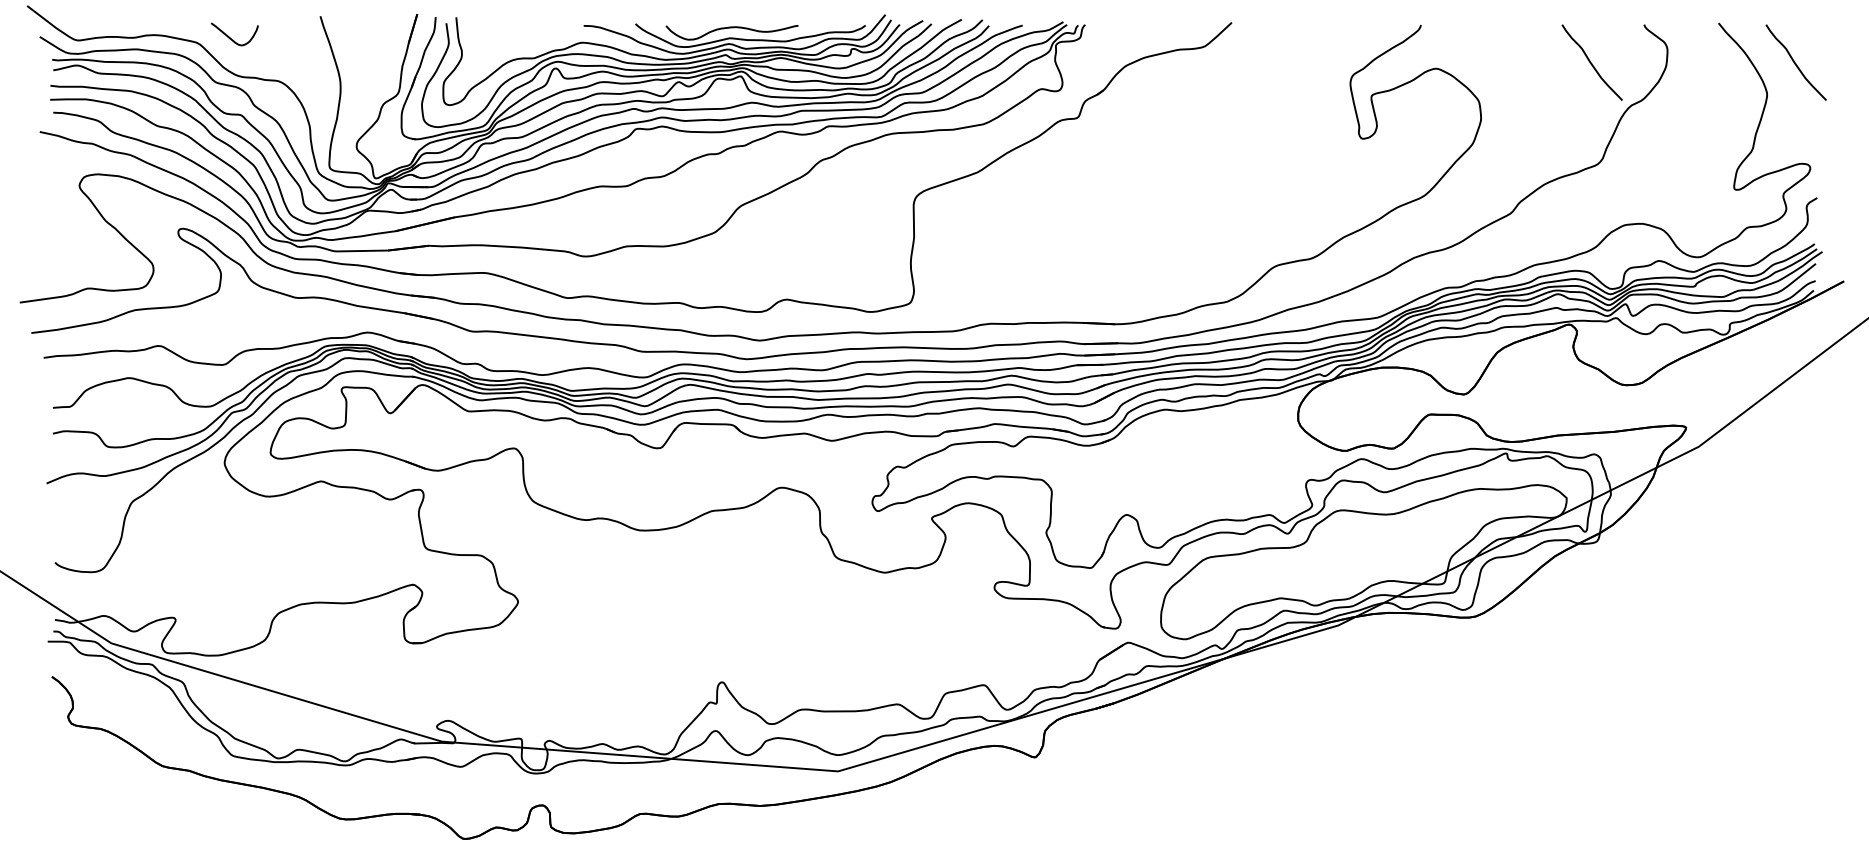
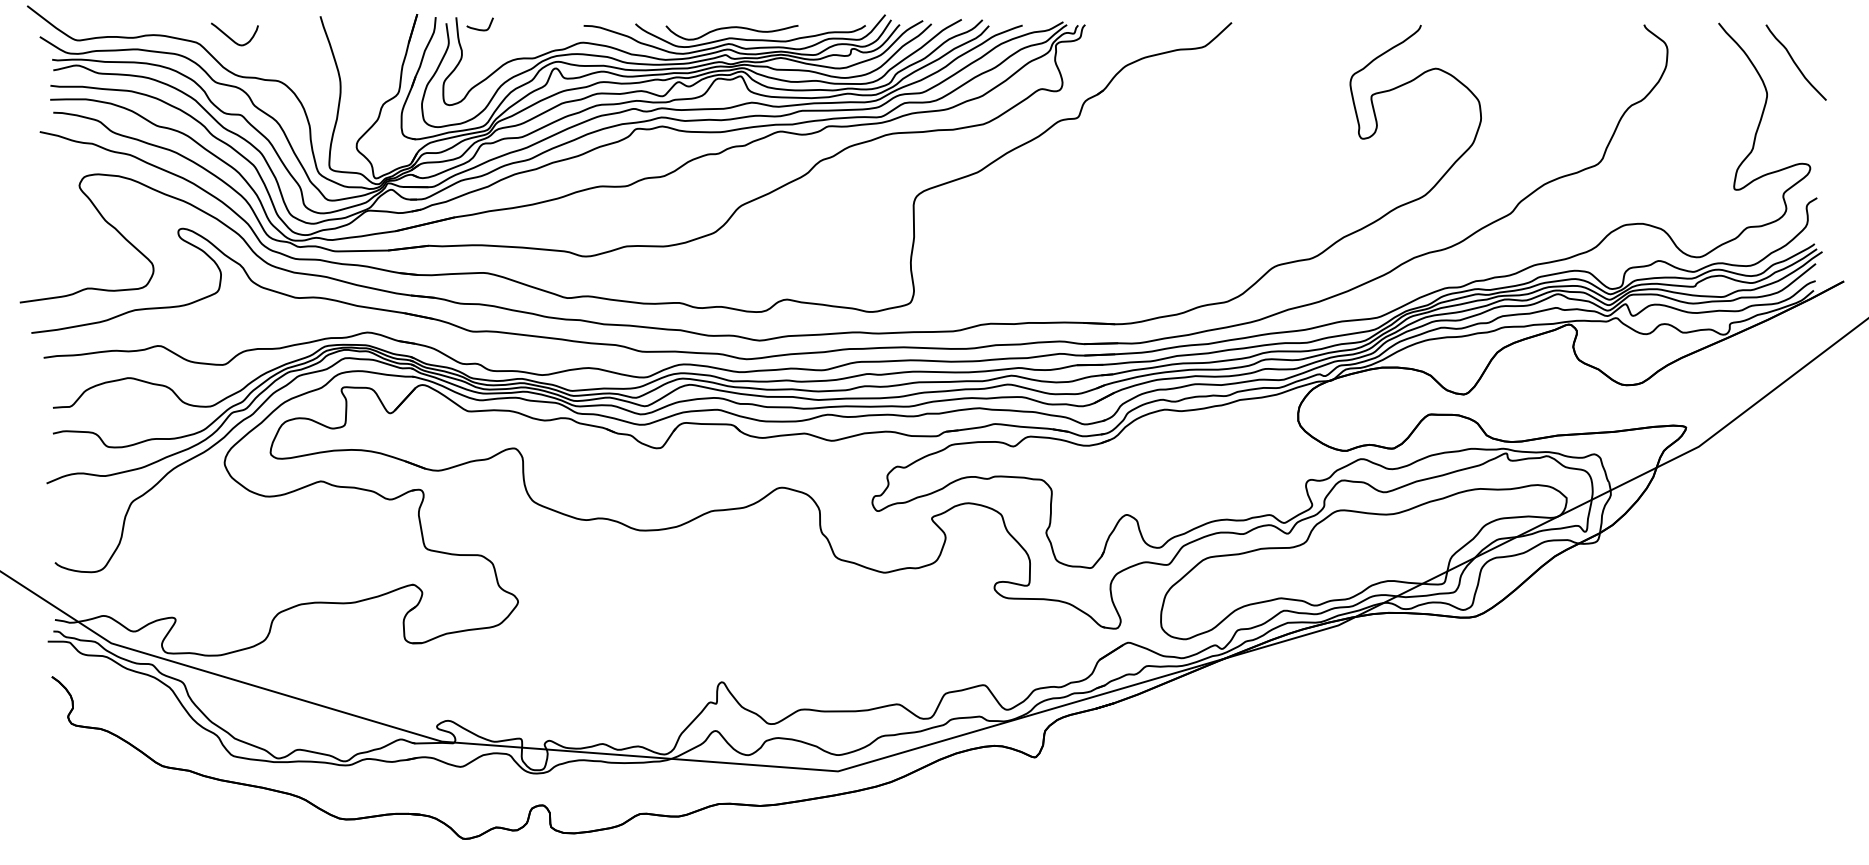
curve at (478, 28): none -> present
curve at (1591, 62): present -> none
